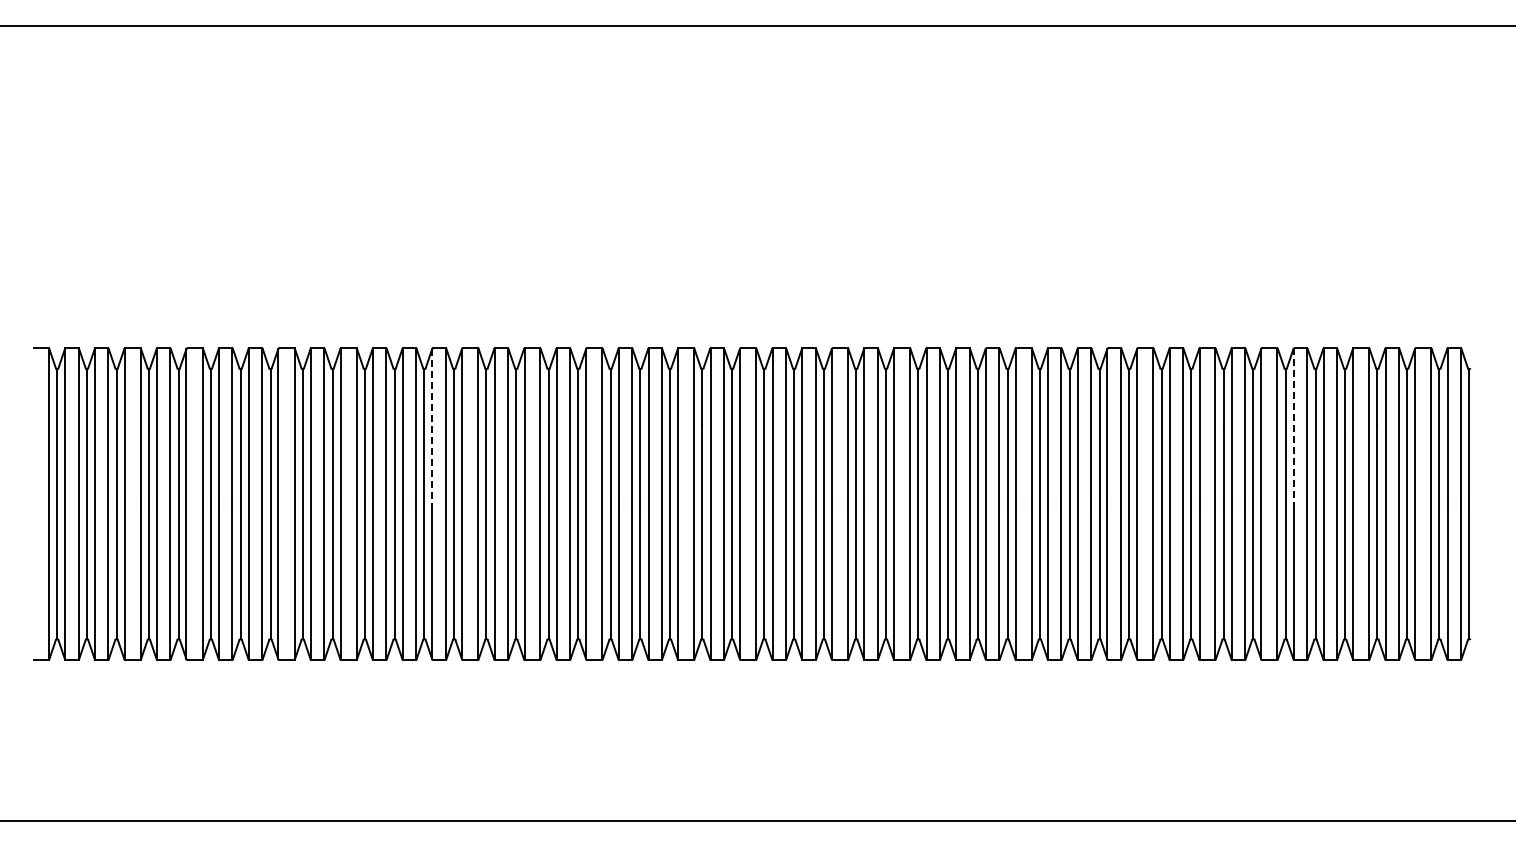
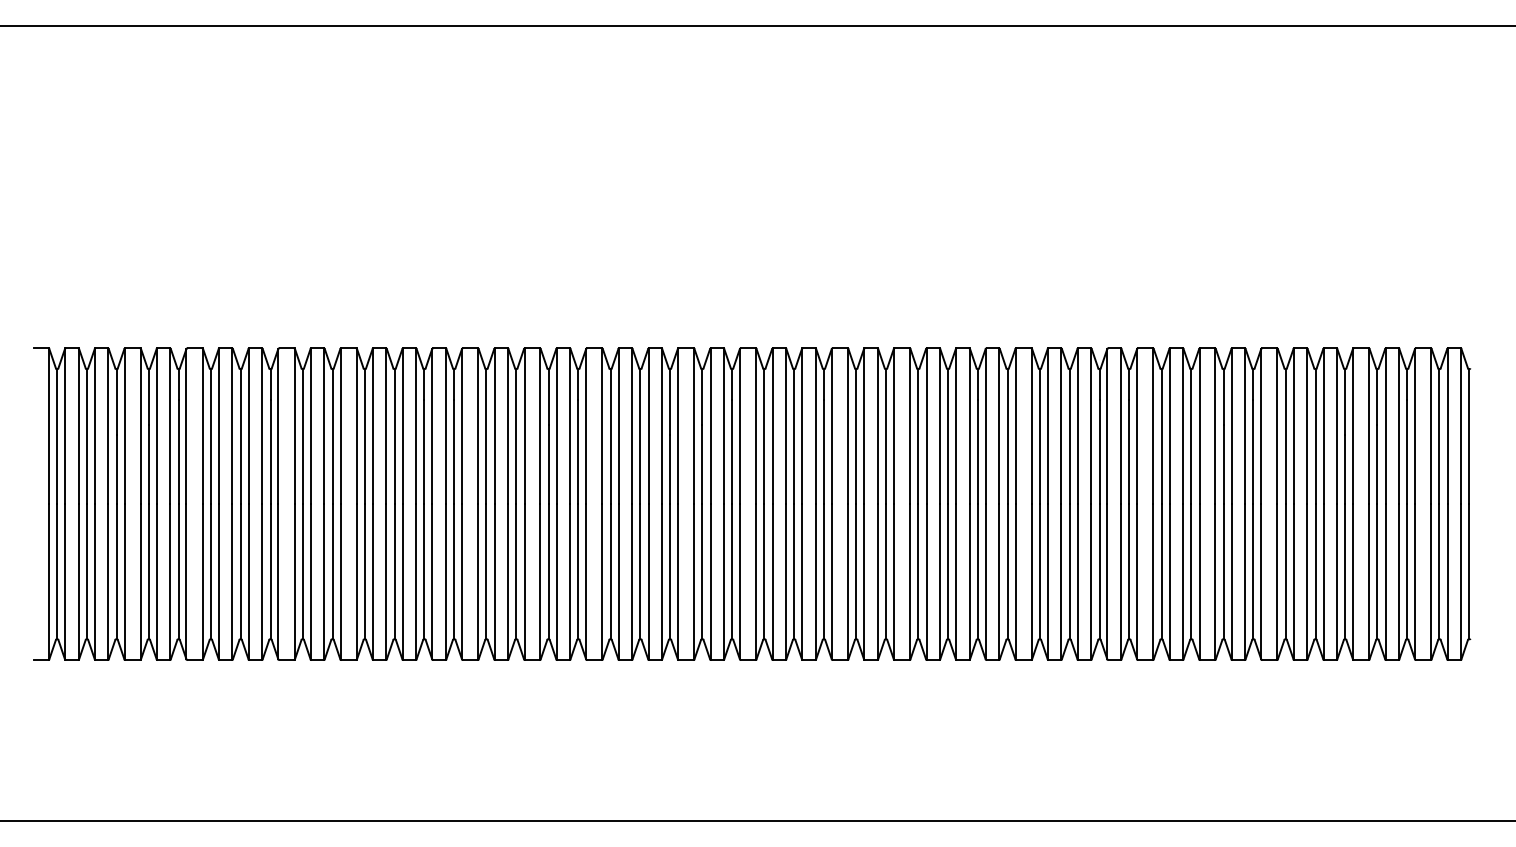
line at (432, 426): dashed -> solid
line at (1293, 426): dashed -> solid
